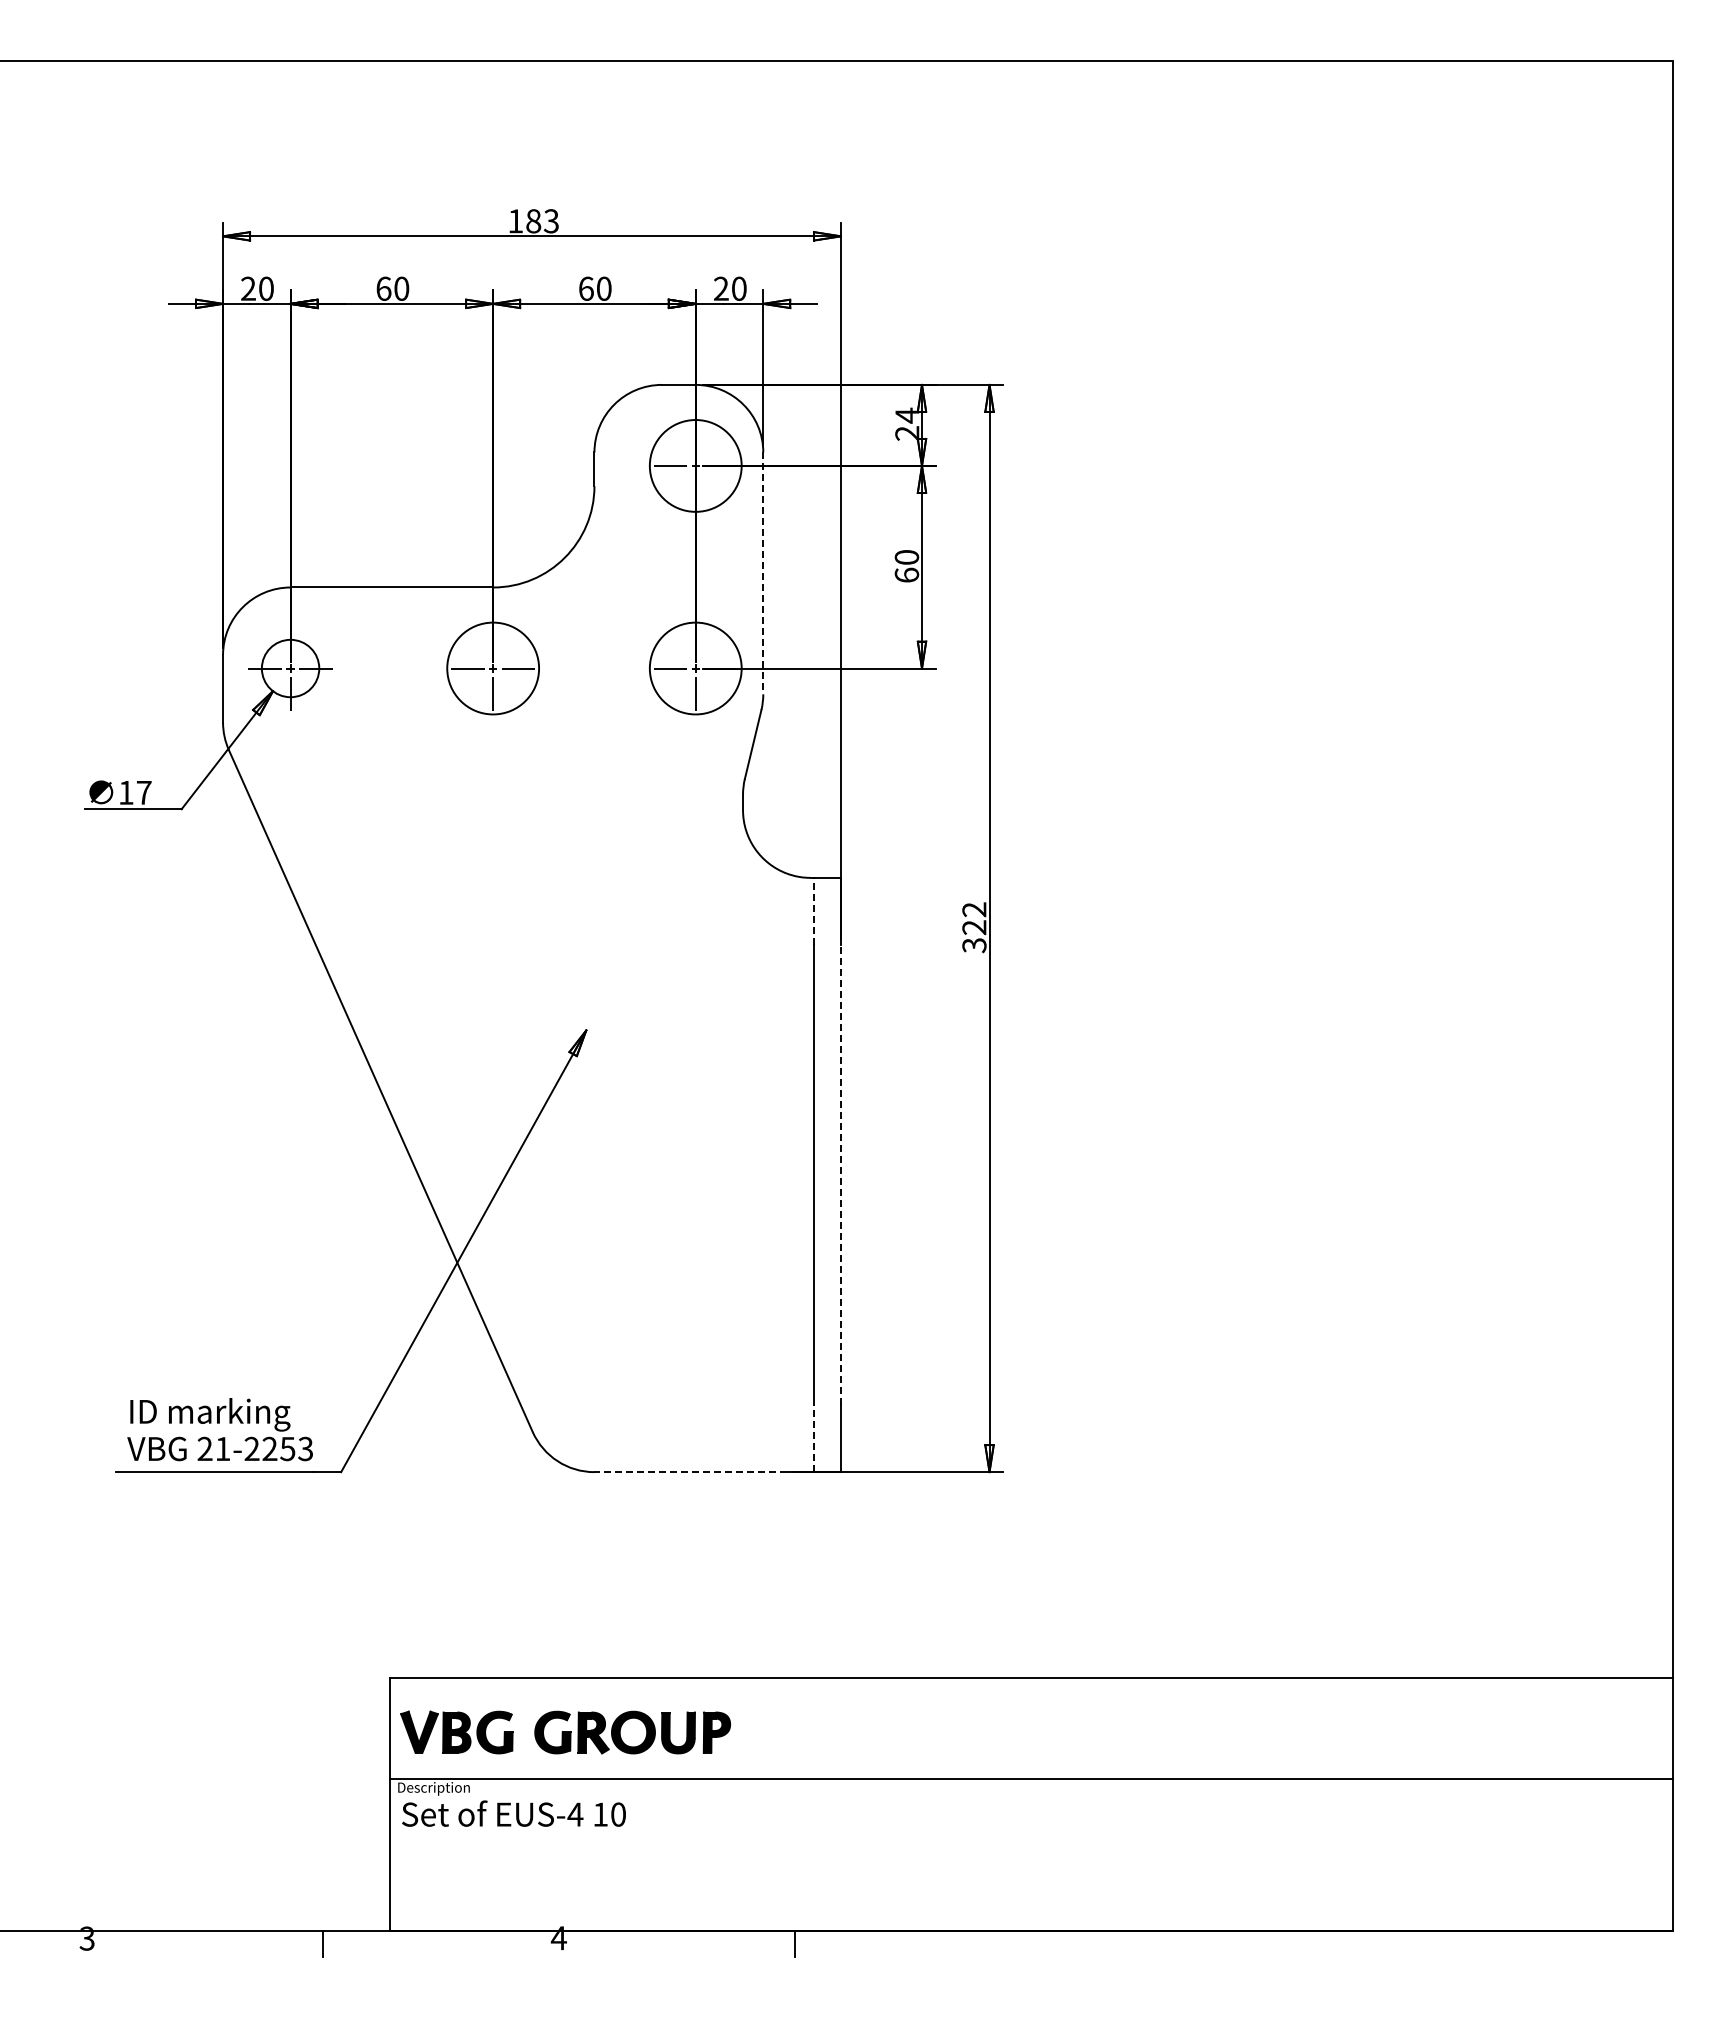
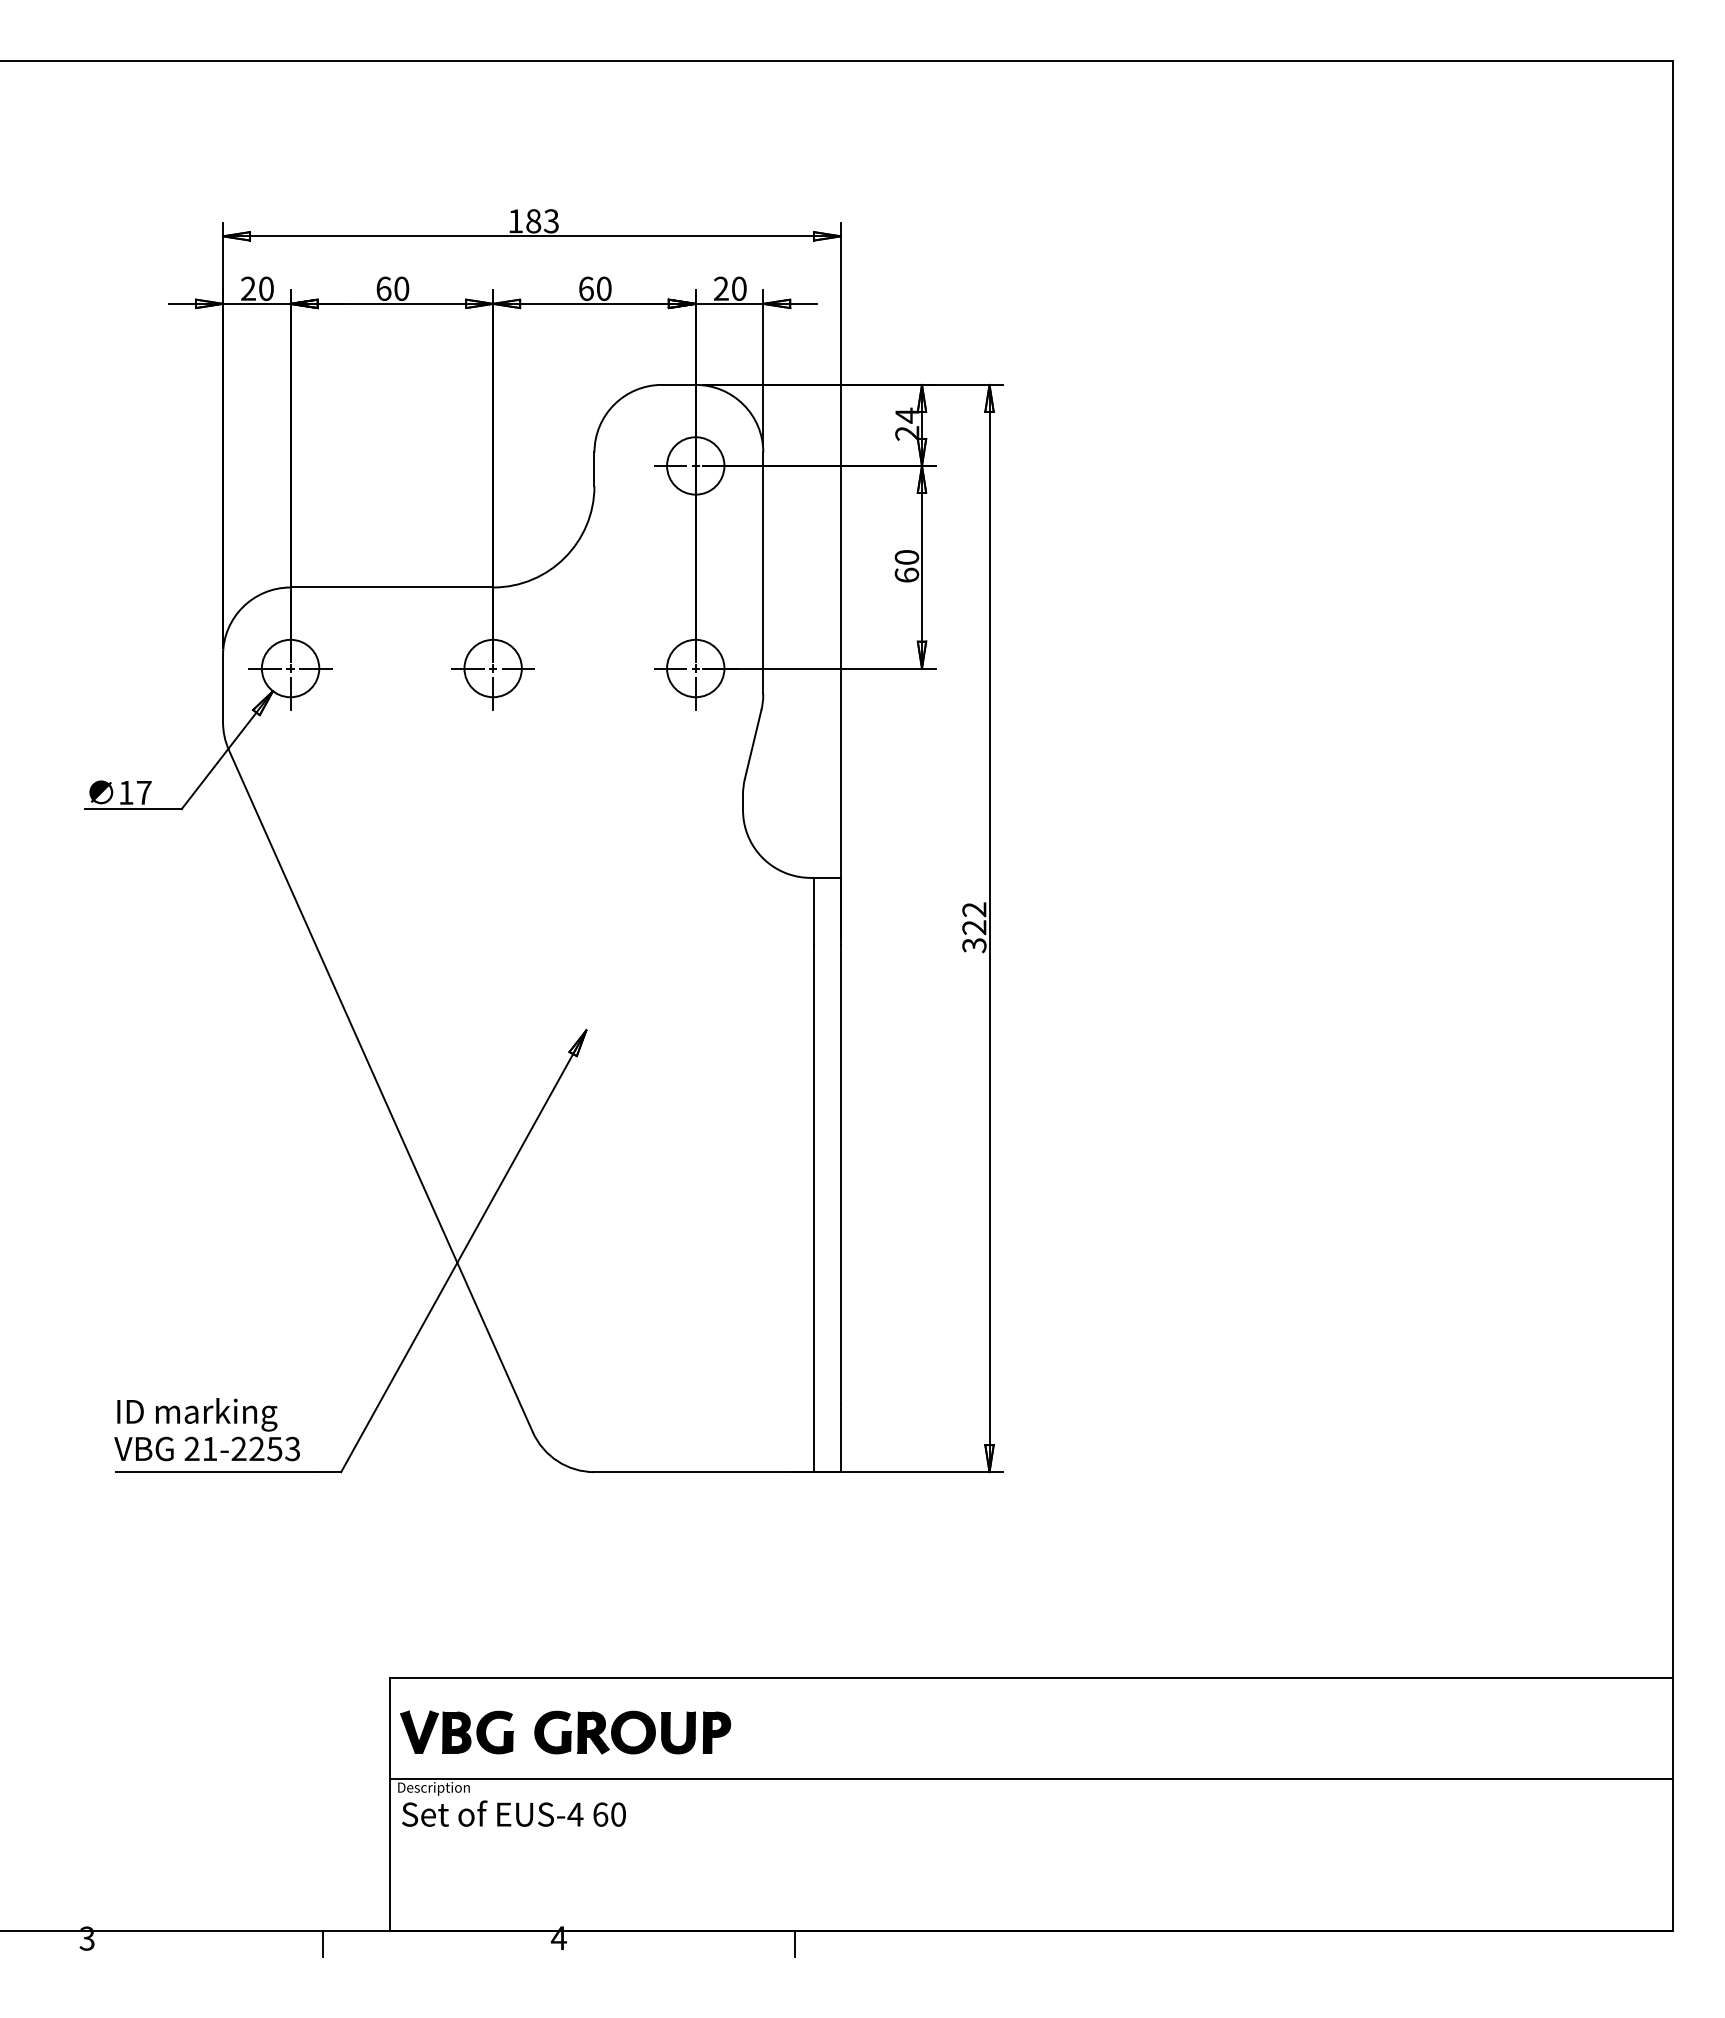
circle at (695, 465) diameter: 92 px -> 57 px
line at (763, 573): dashed -> solid
circle at (493, 668) diameter: 92 px -> 57 px
circle at (695, 668) diameter: 92 px -> 57 px
line at (813, 911): dashed -> solid
line at (840, 1175): dashed -> solid
text at (219, 1429) position: (219, 1429) -> (206, 1429)
line at (813, 1438): dashed -> solid
line at (690, 1472): dashed -> solid
text at (600, 1814): 10 -> 60
